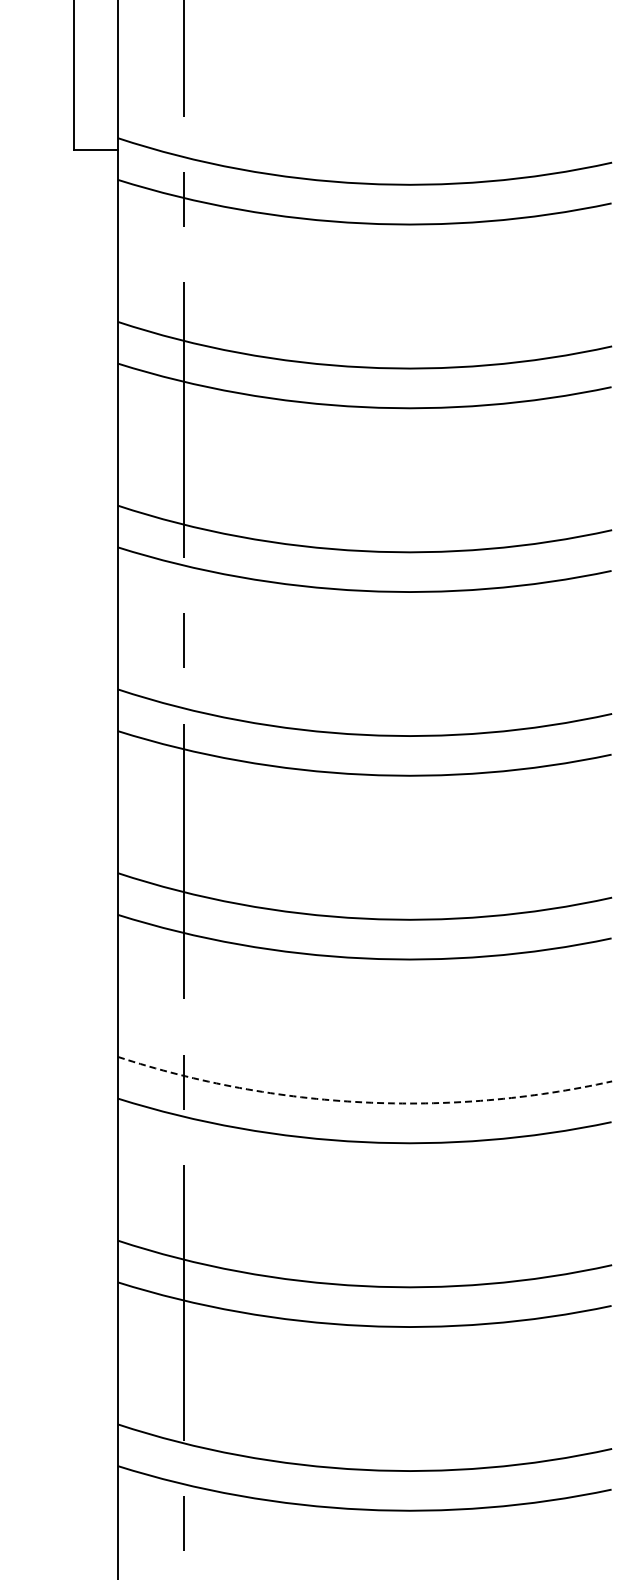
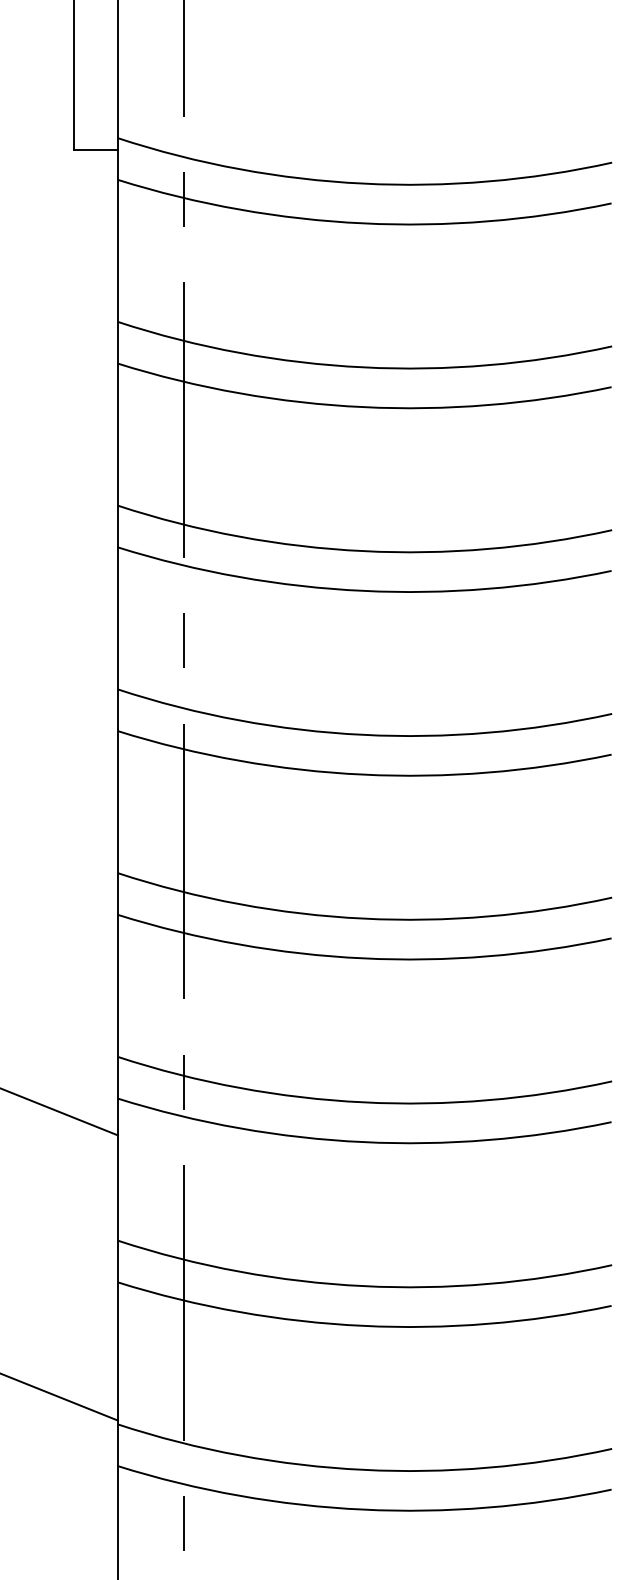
arc at (363, 1102): dashed -> solid
line at (59, 1112): none -> present
line at (59, 1397): none -> present
